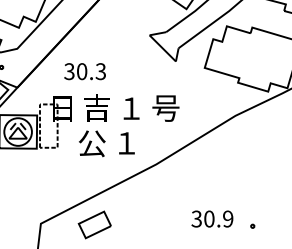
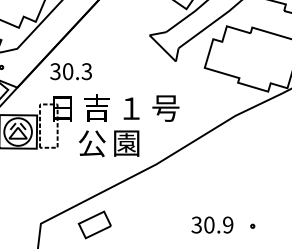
text at (84, 71) position: (84, 71) -> (70, 71)
text at (126, 143): １ -> 園
text at (212, 218) position: (212, 218) -> (212, 224)
